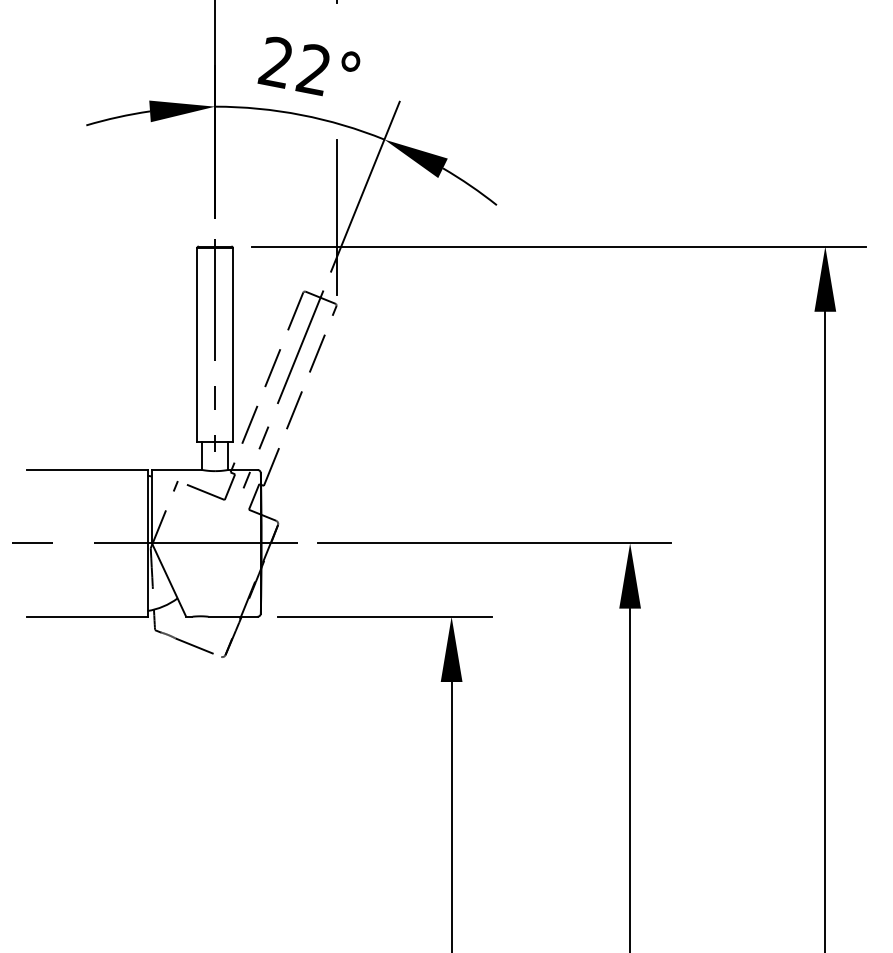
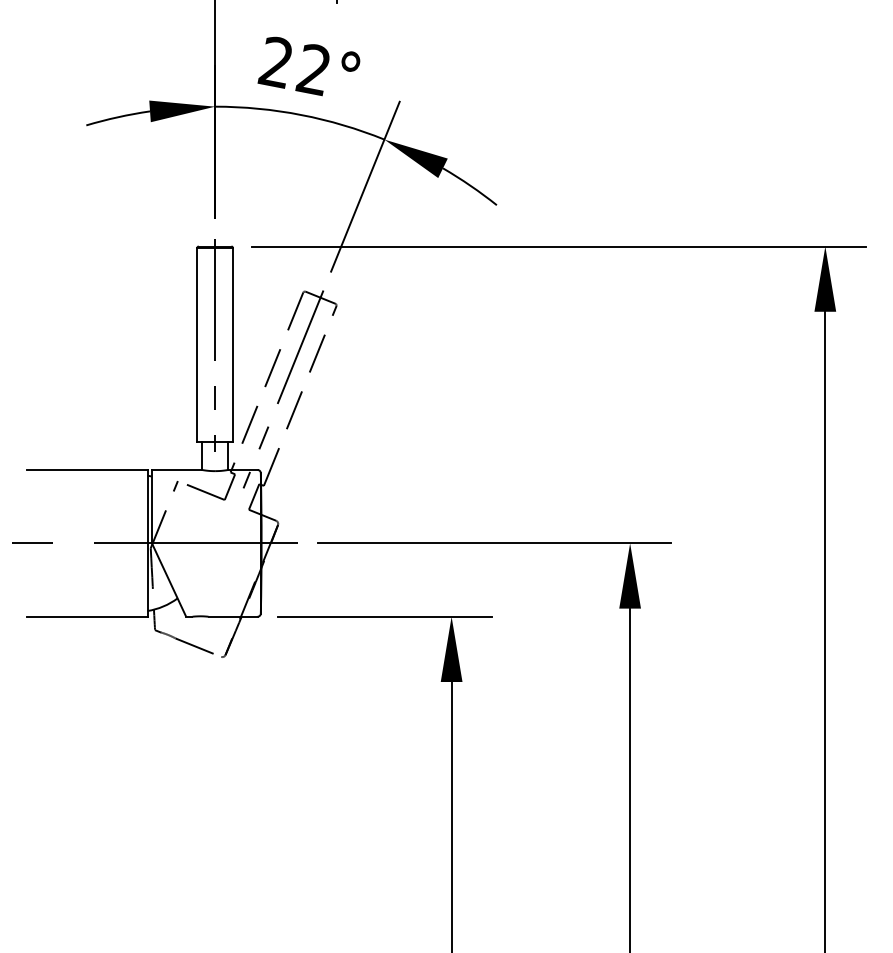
line at (336, 217): present -> none
